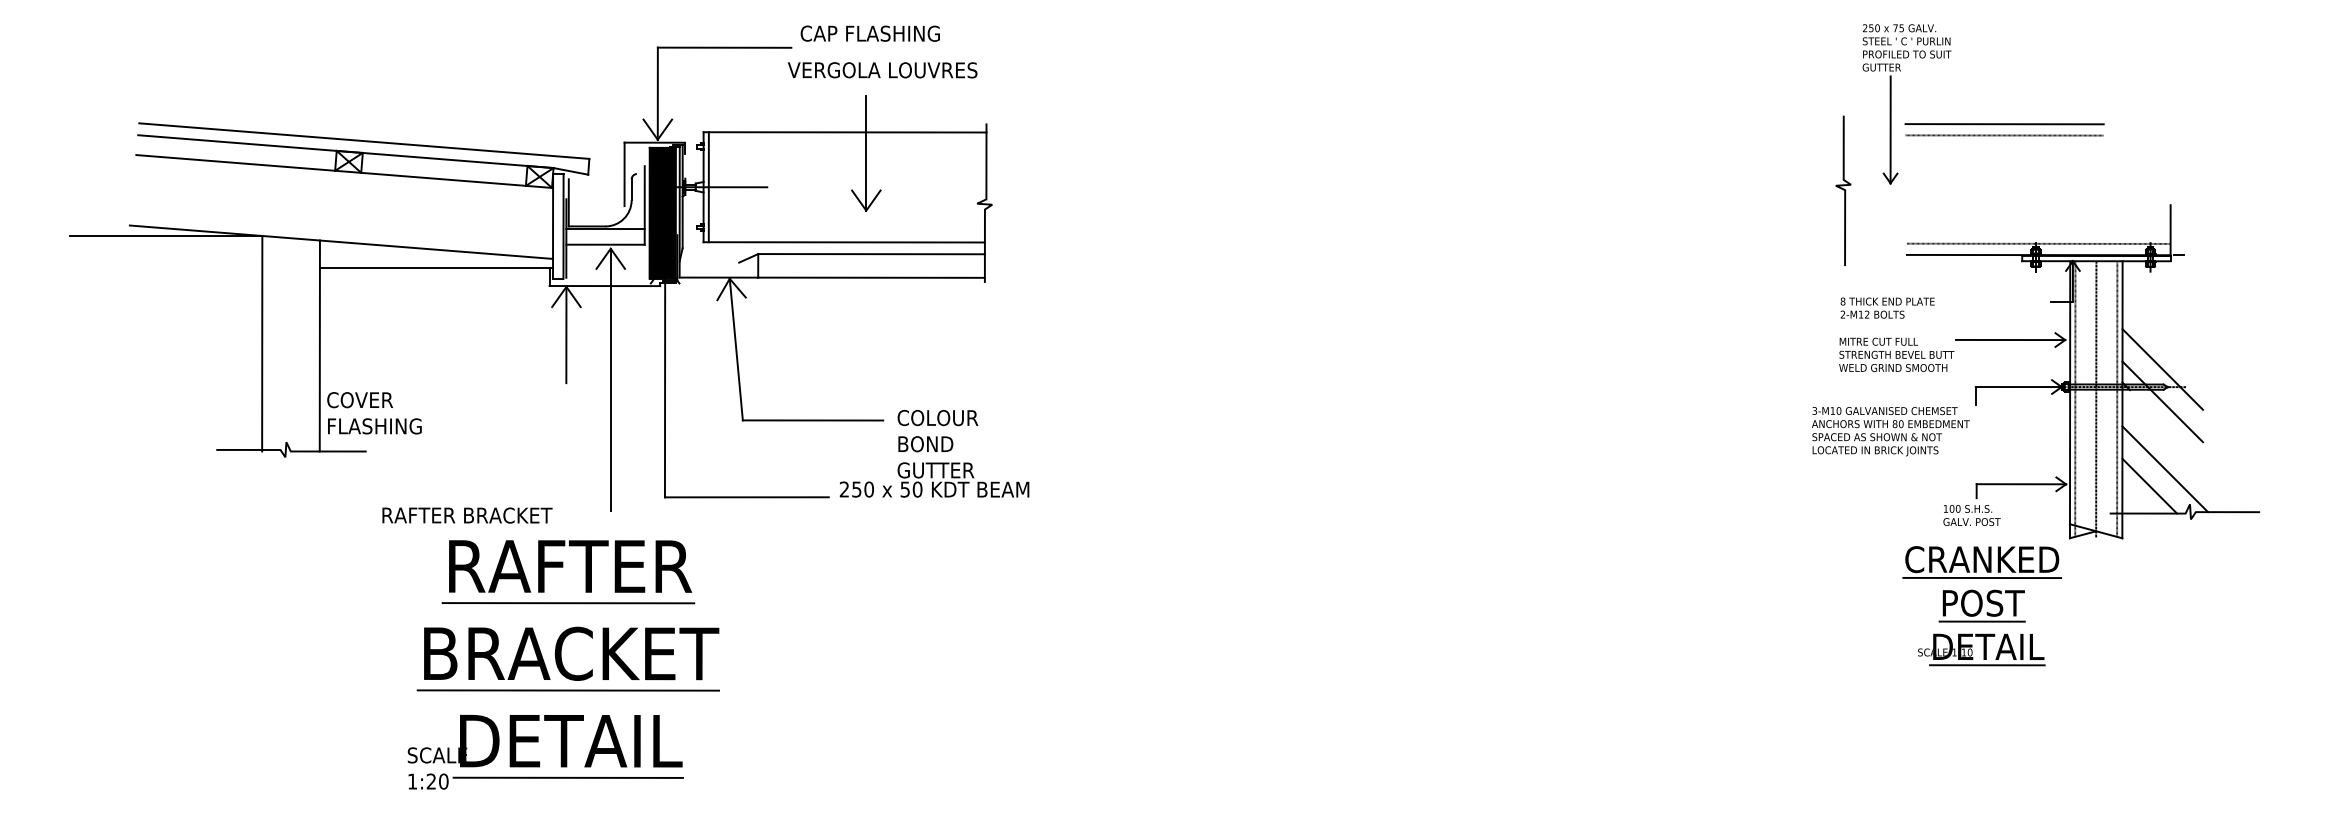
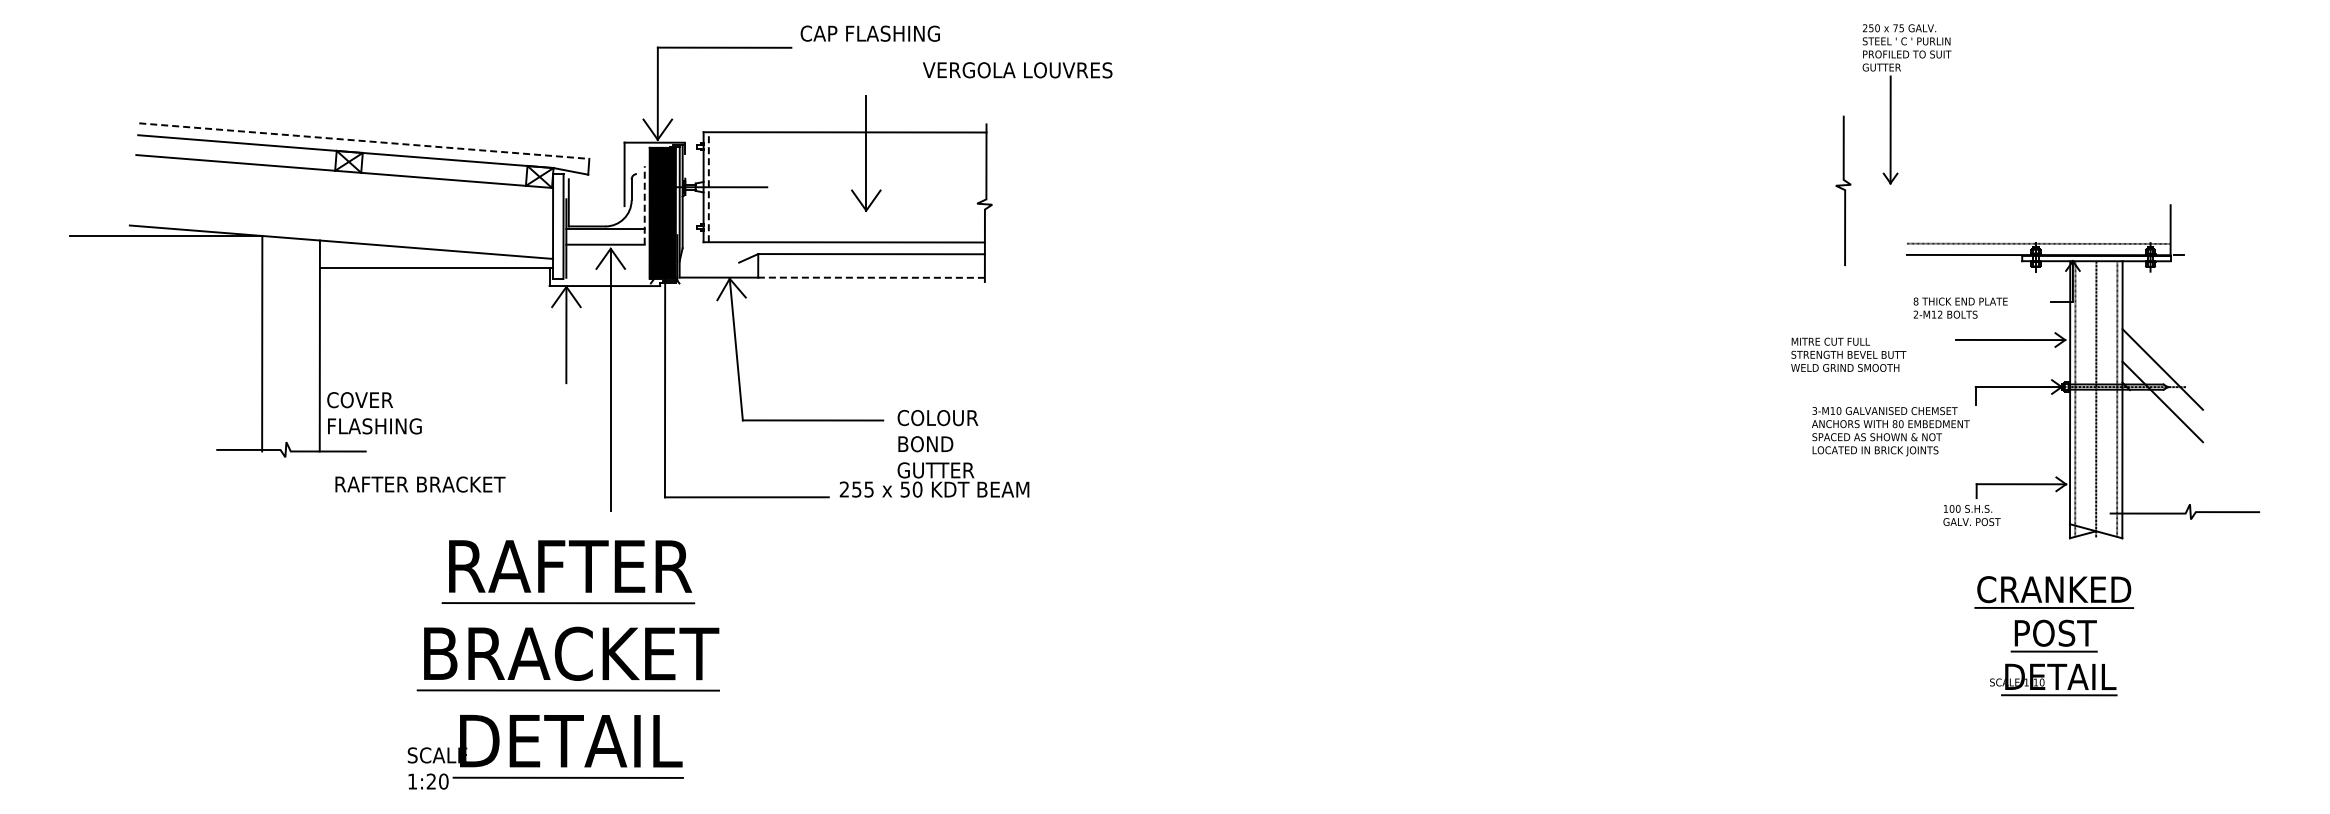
text at (882, 70) position: (882, 70) -> (1017, 70)
line at (2004, 124): present -> none
line at (2004, 135): present -> none
line at (364, 141): solid -> dashed
line at (708, 187): solid -> dashed
line at (644, 204): solid -> dashed
line at (871, 277): solid -> dashed
text at (1887, 307) position: (1887, 307) -> (1960, 307)
text at (1896, 354) position: (1896, 354) -> (1848, 354)
line at (2165, 469): present -> none
line at (2149, 485): present -> none
text at (869, 489): 250 -> 255
text at (467, 515) position: (467, 515) -> (420, 484)
part at (1981, 606) position: (1981, 606) -> (2053, 636)
